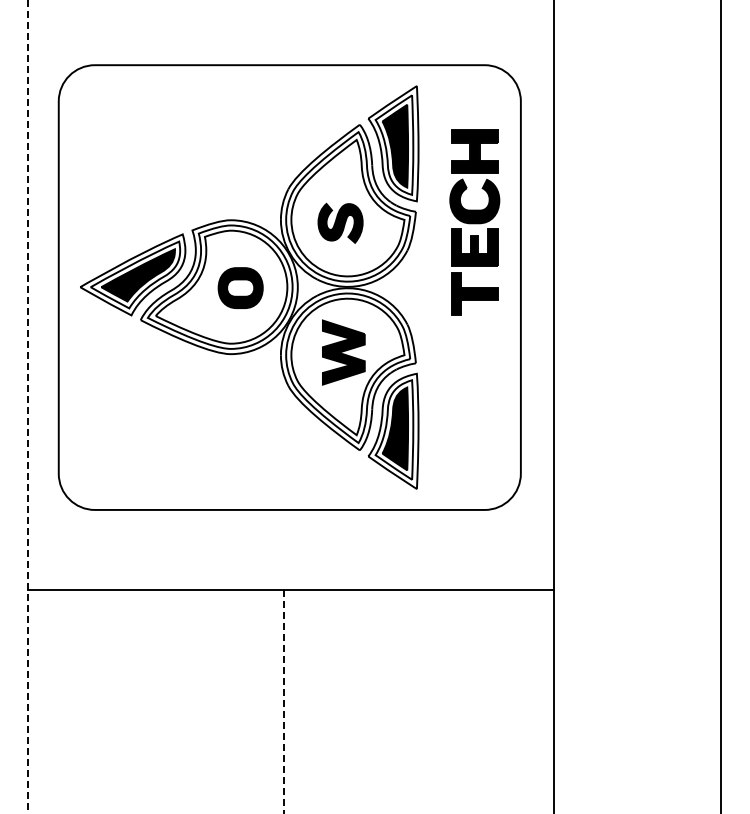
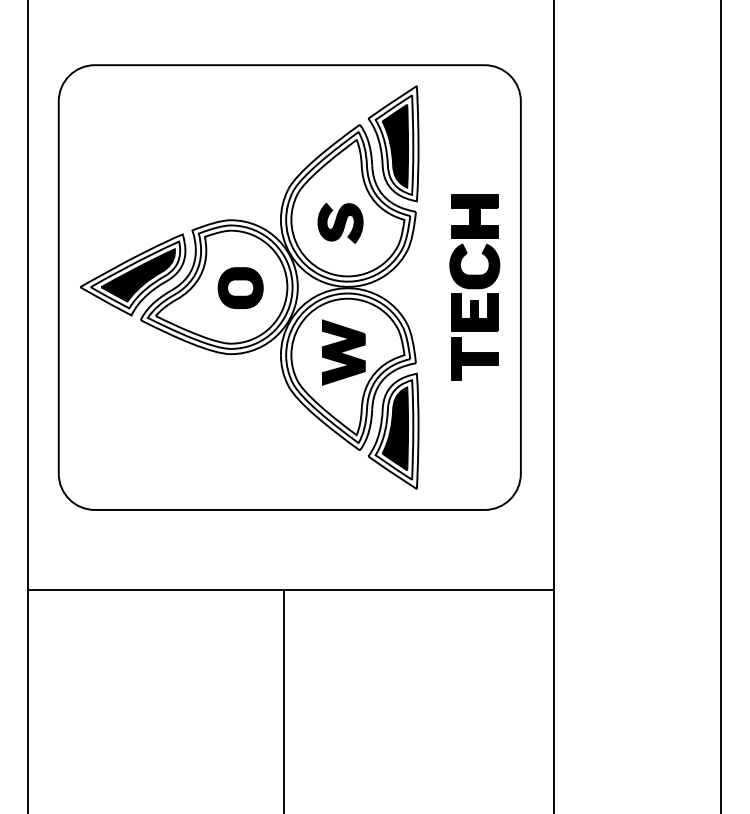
part at (474, 222) position: (474, 222) -> (474, 287)
line at (27, 407): dashed -> solid
line at (284, 702): dashed -> solid
